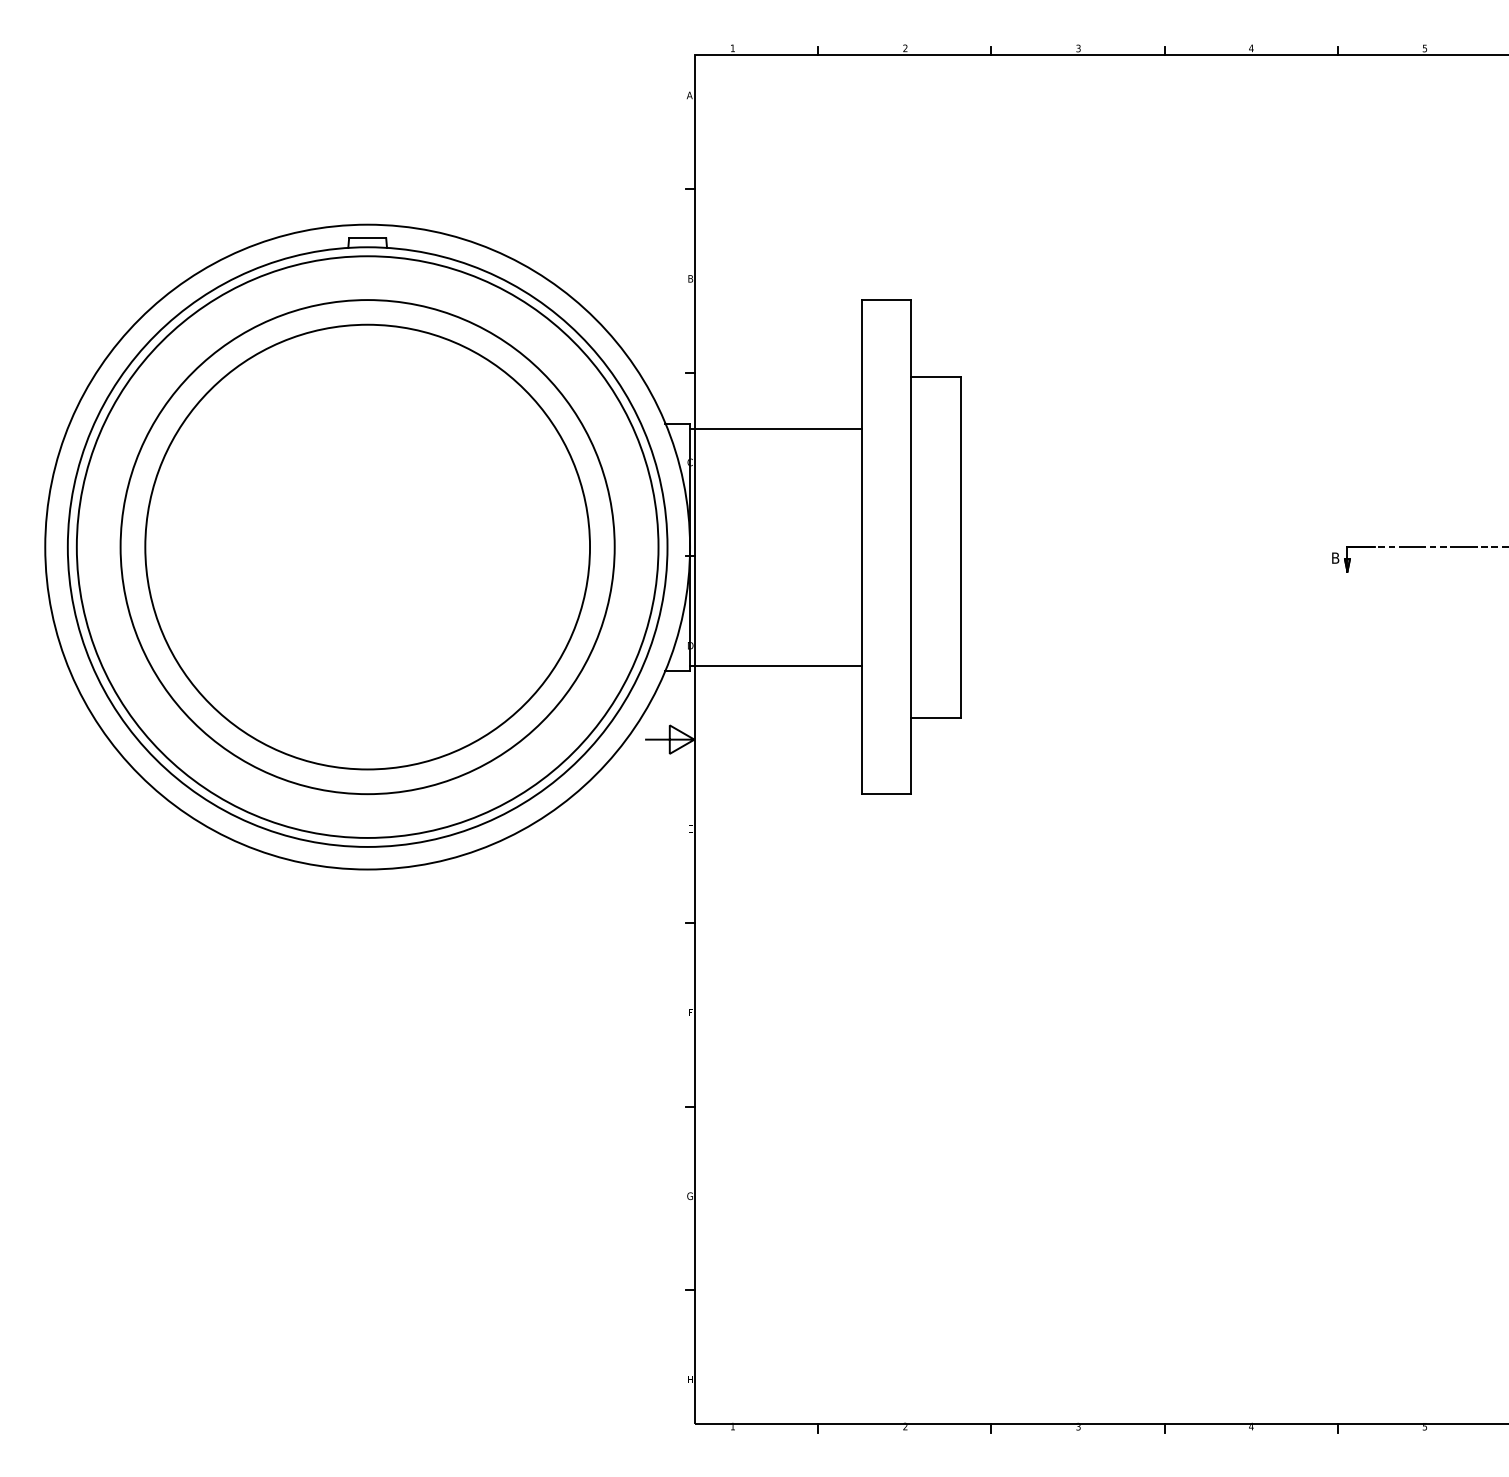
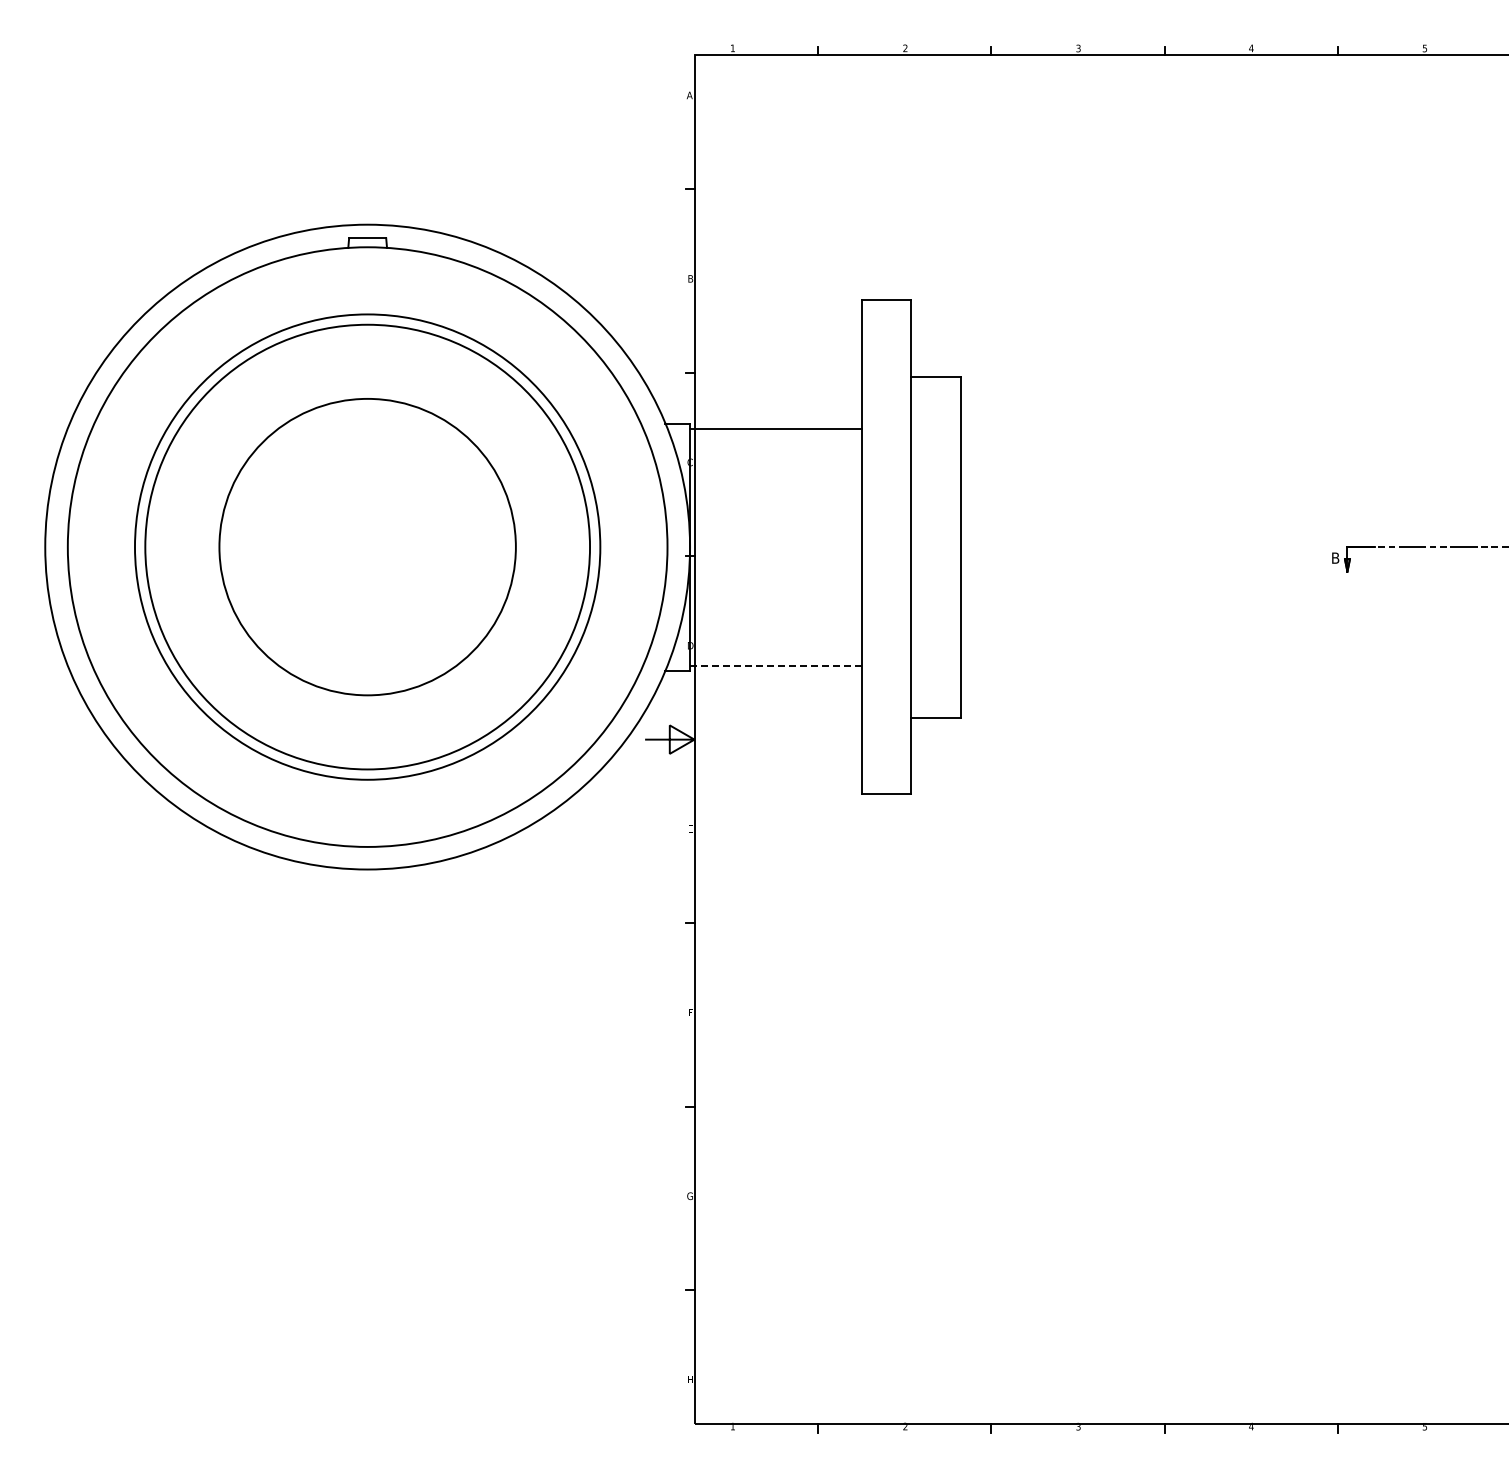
circle at (367, 546) diameter: 582 px -> 465 px
circle at (367, 547) diameter: 494 px -> 296 px
line at (775, 665): solid -> dashed
